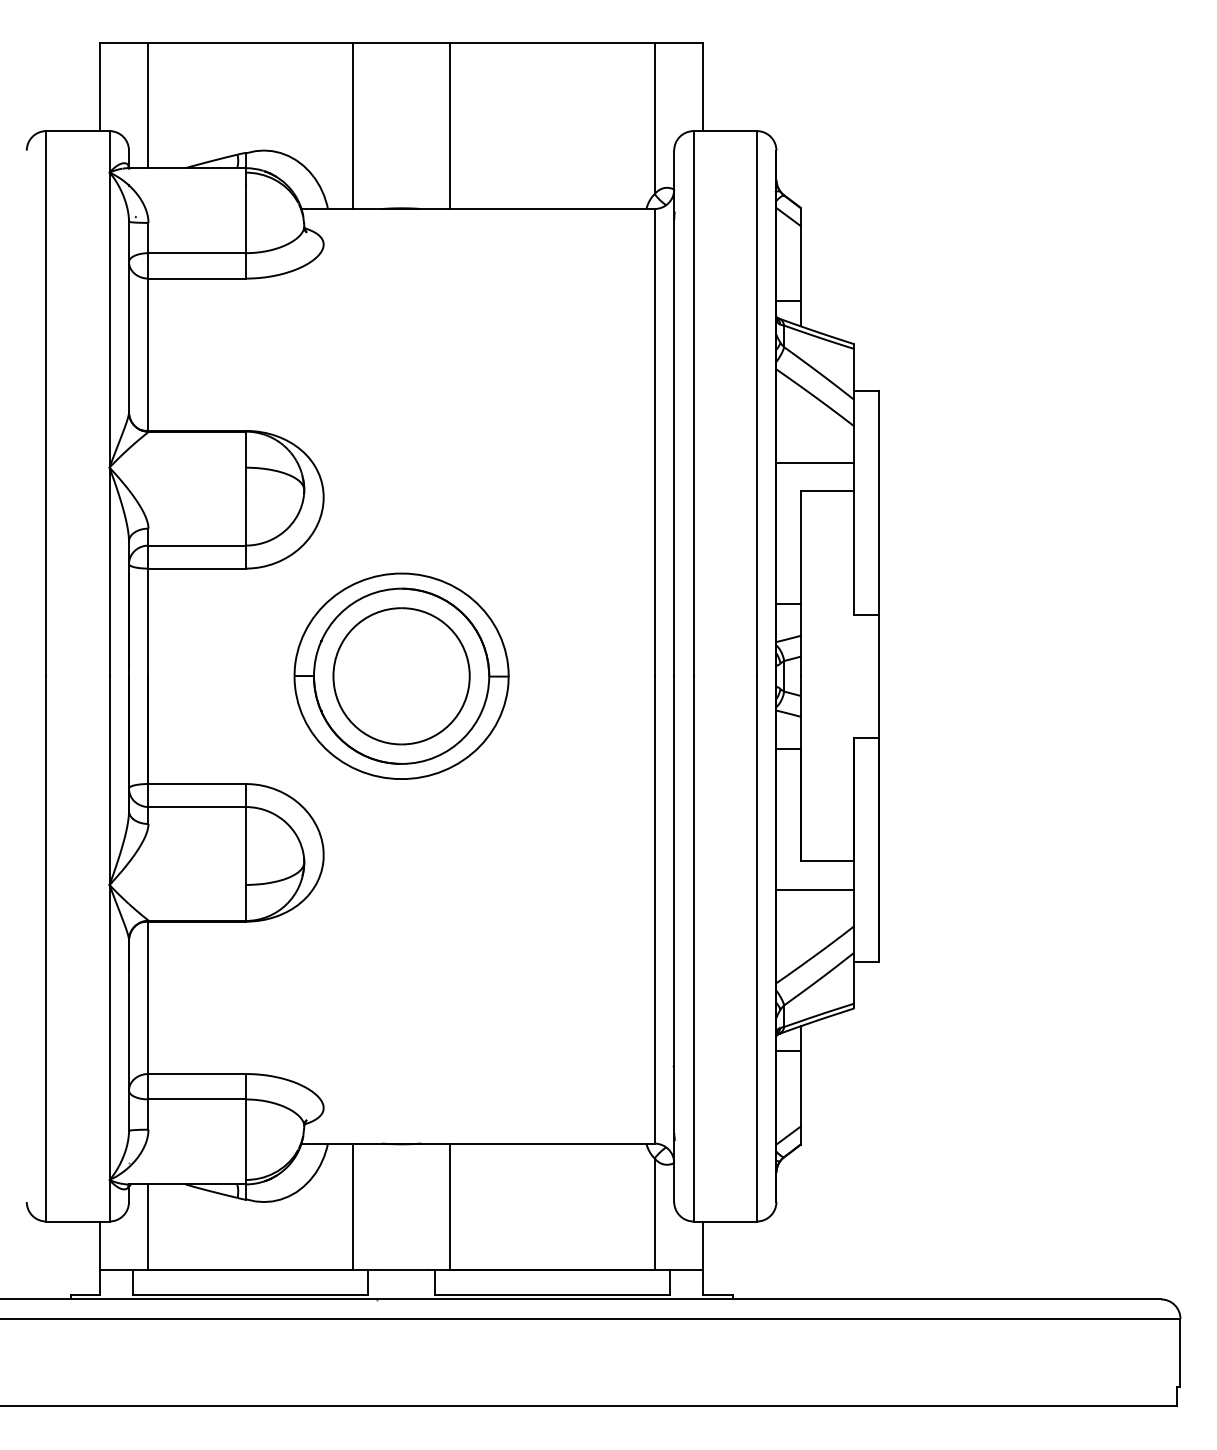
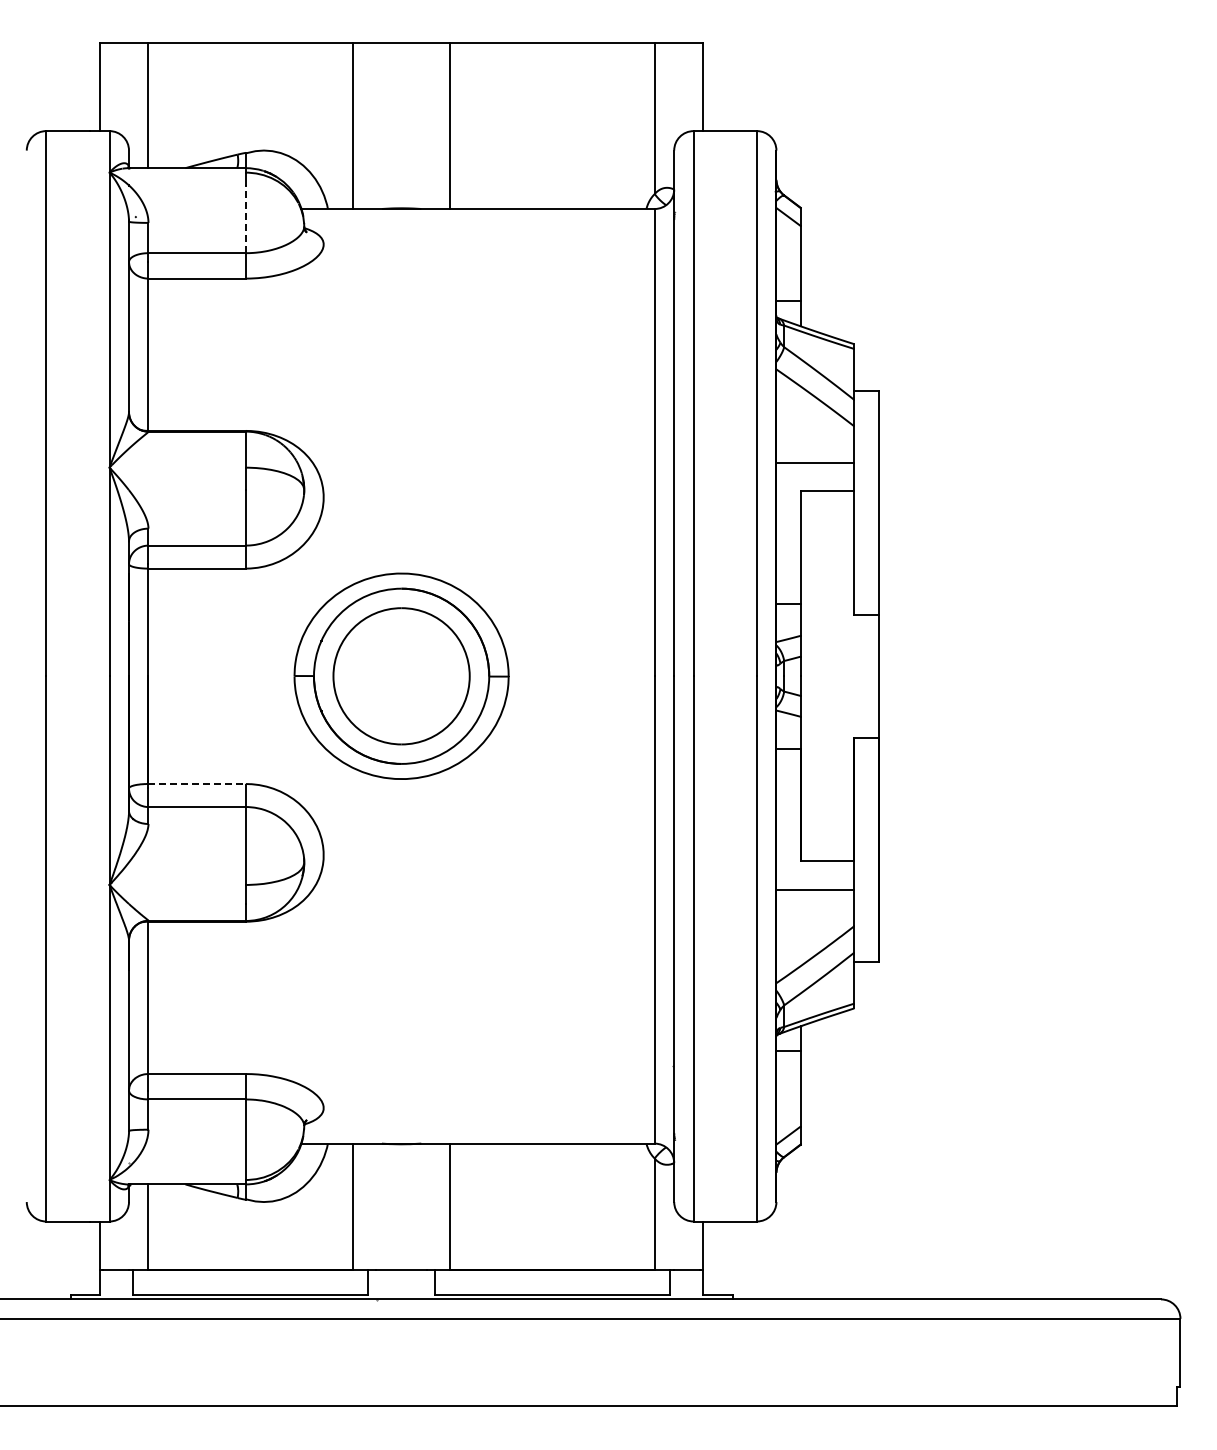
line at (245, 219): solid -> dashed
line at (197, 783): solid -> dashed
